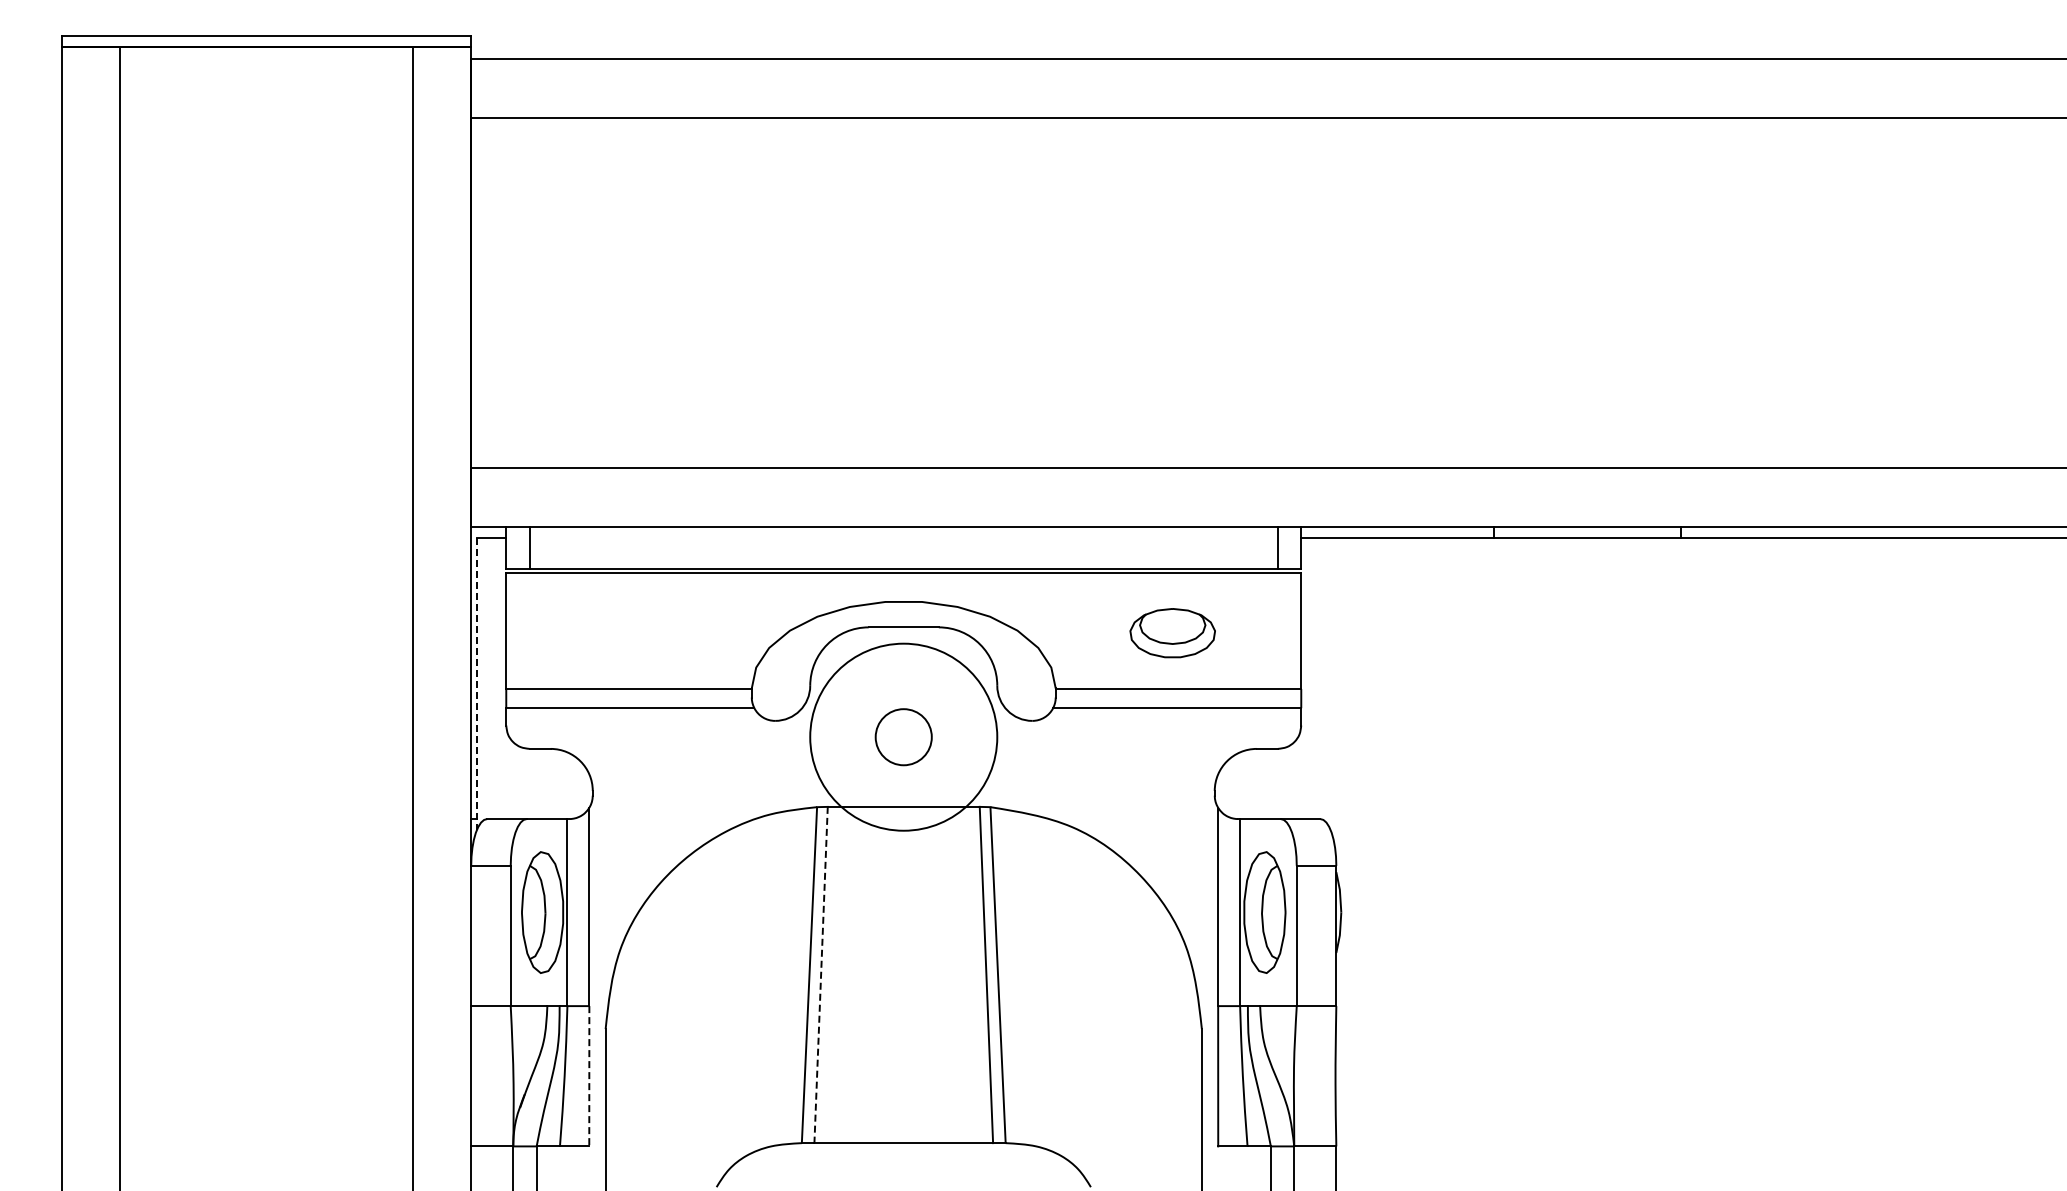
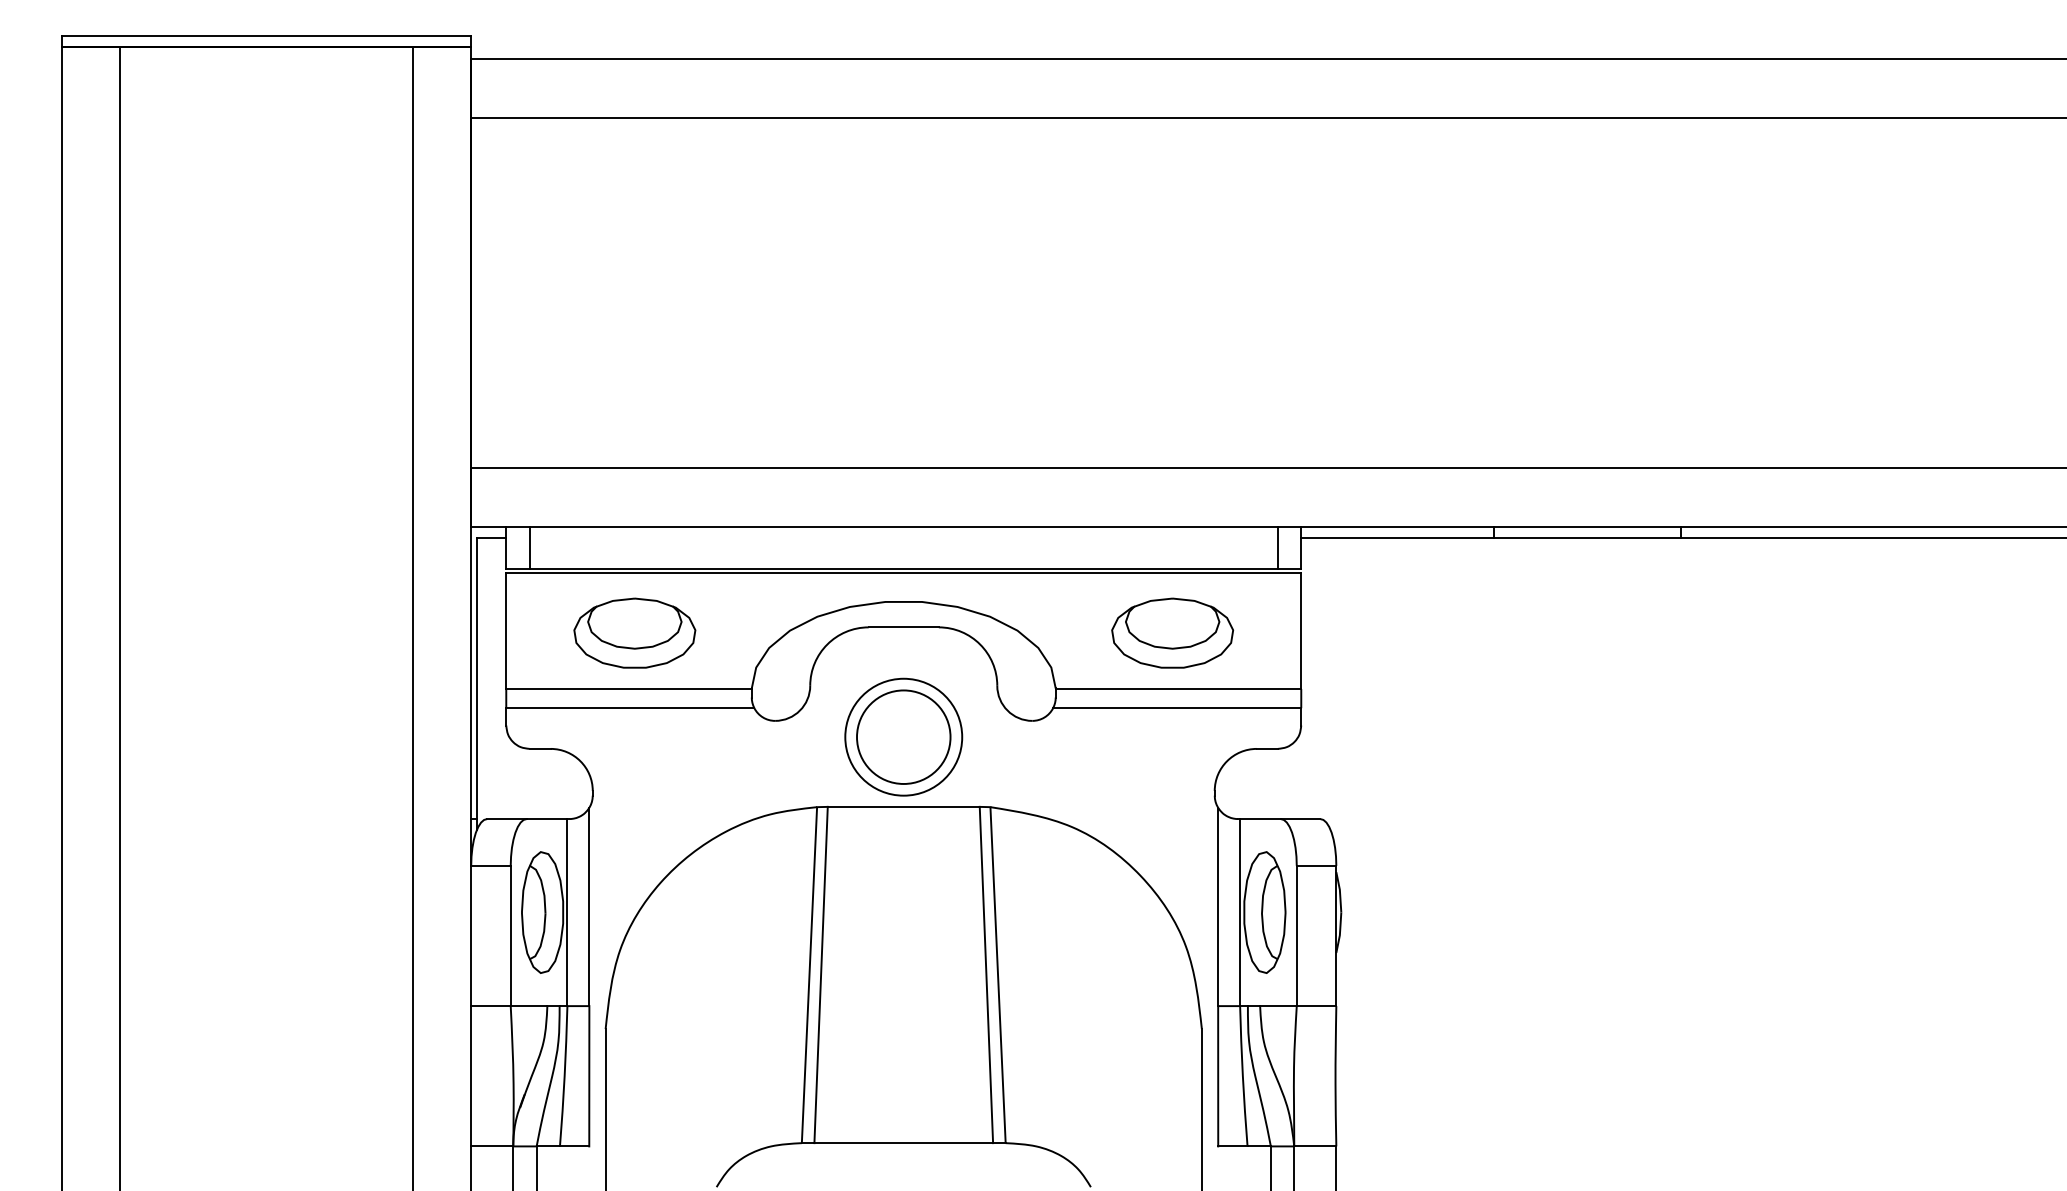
part at (634, 632): none -> present
part at (1172, 633) size: 87x51 px -> 124x72 px
line at (477, 684): dashed -> solid
circle at (903, 736) diameter: 187 px -> 117 px
circle at (903, 737) diameter: 56 px -> 94 px
line at (821, 975): dashed -> solid
line at (589, 1076): dashed -> solid
